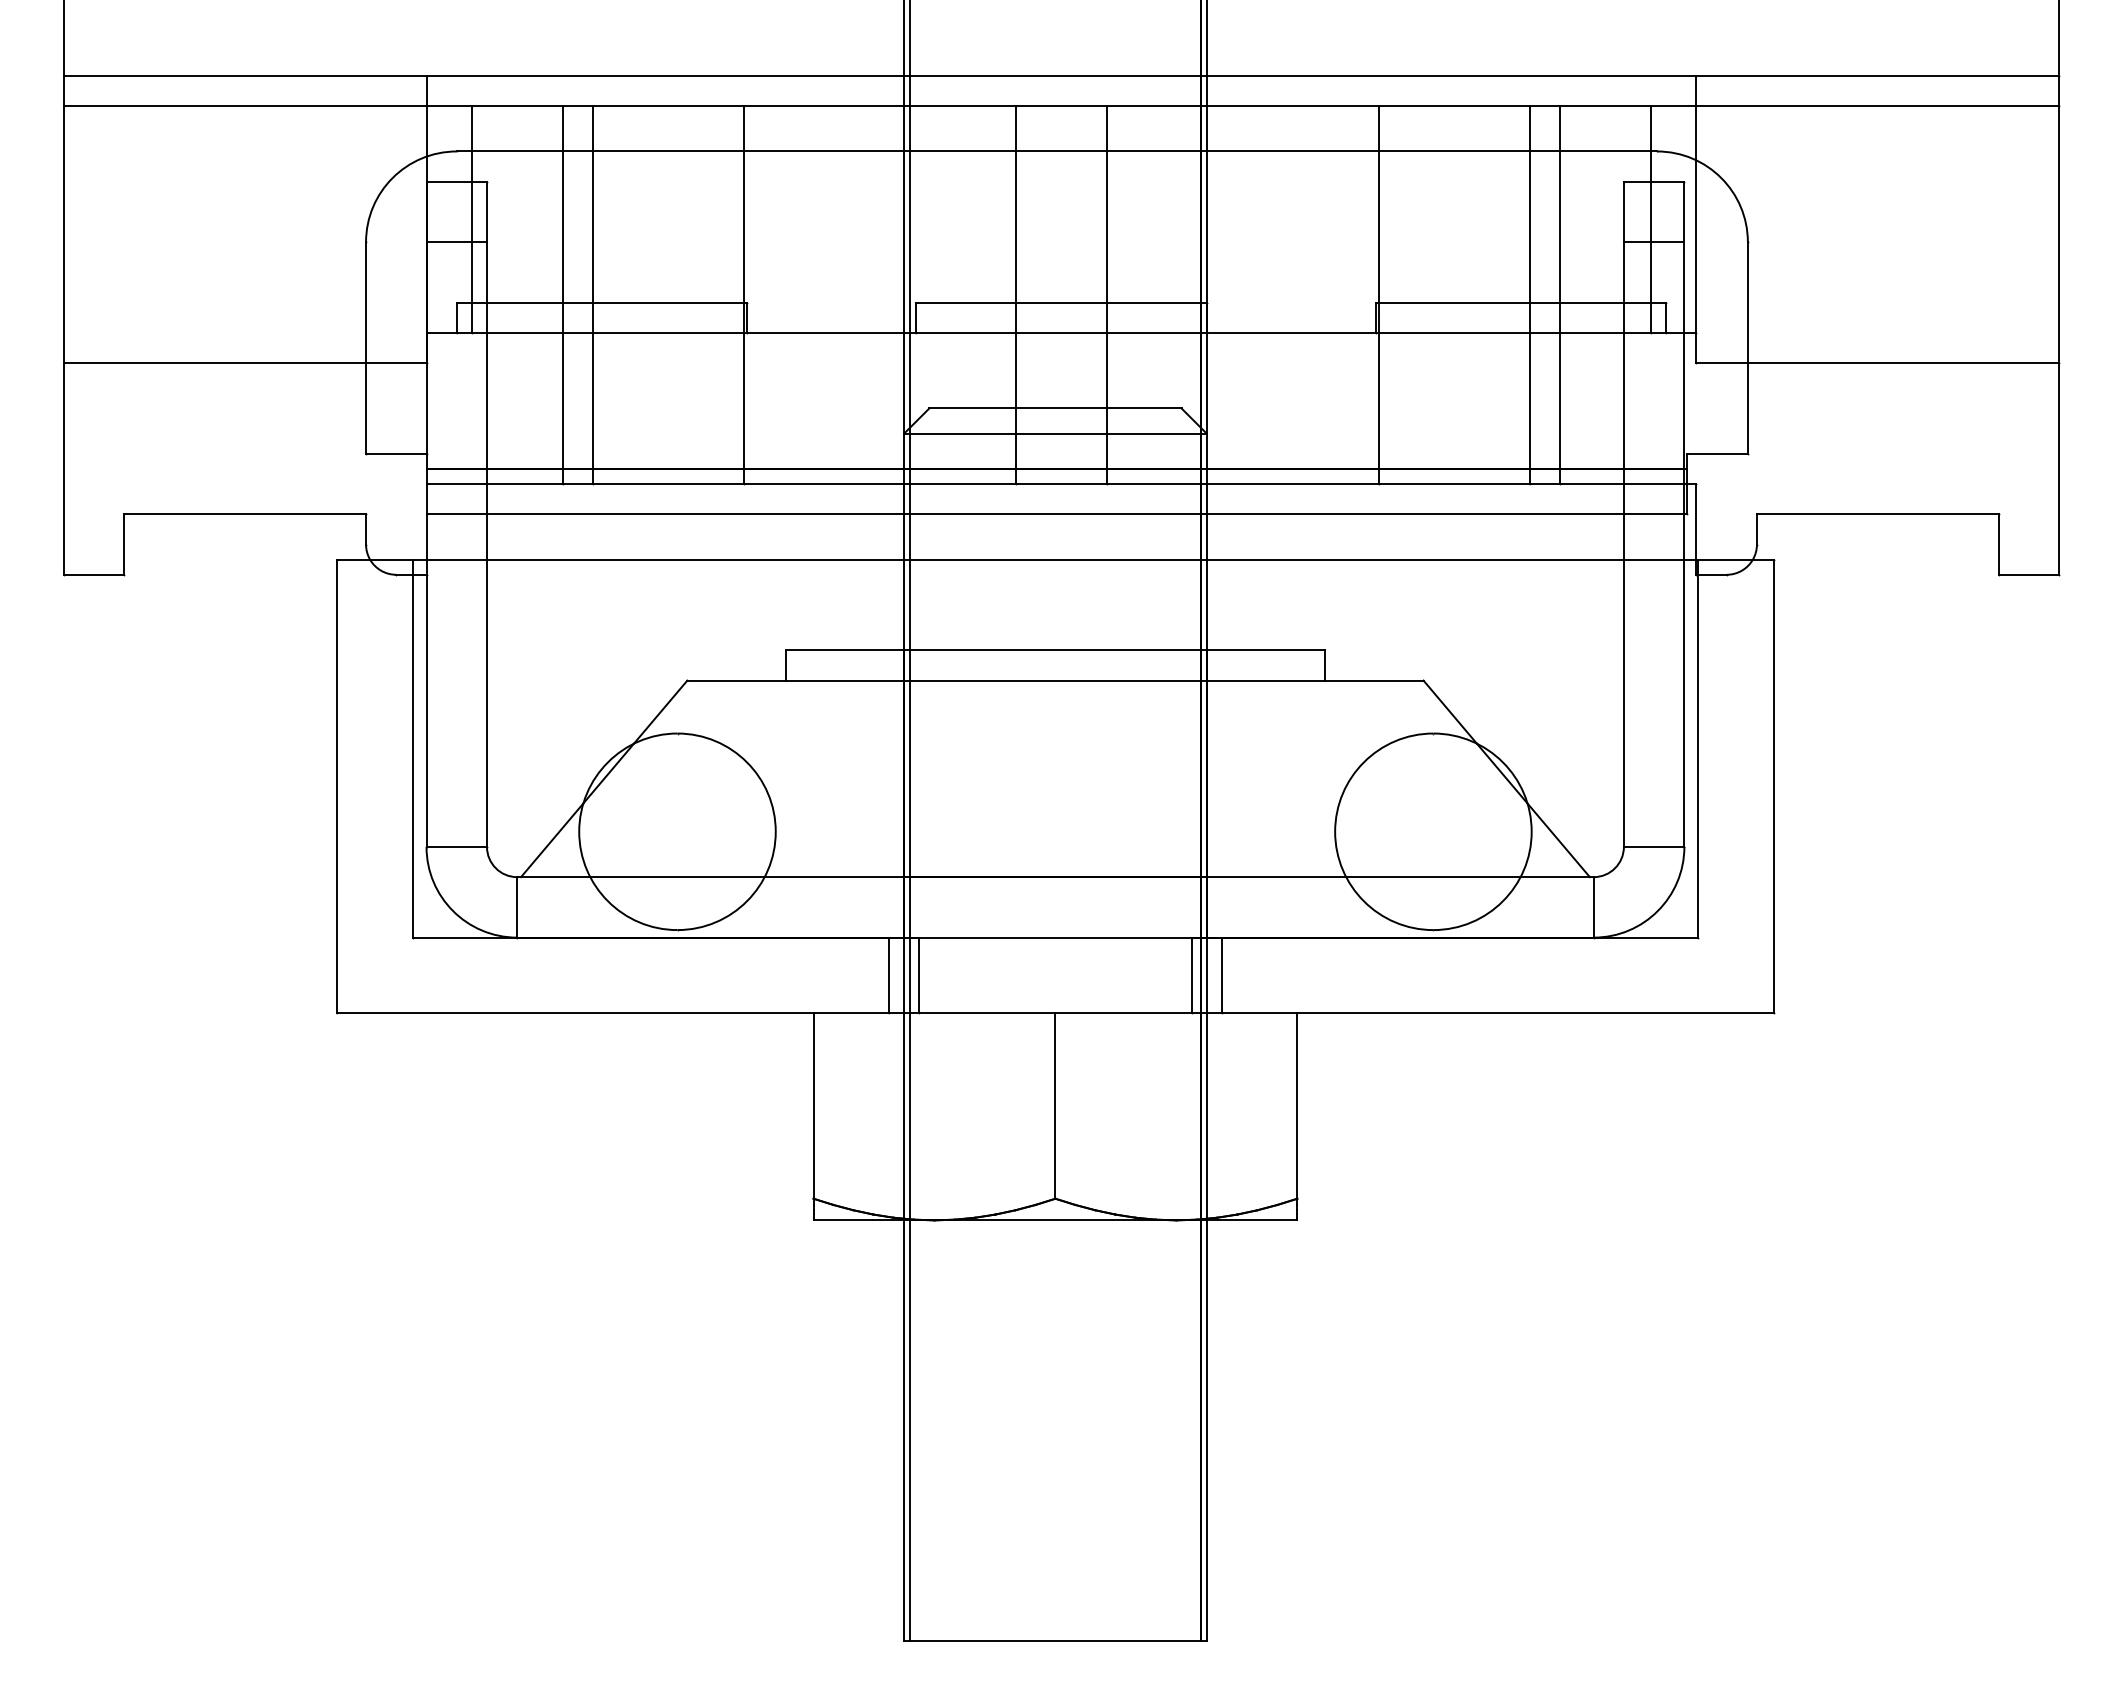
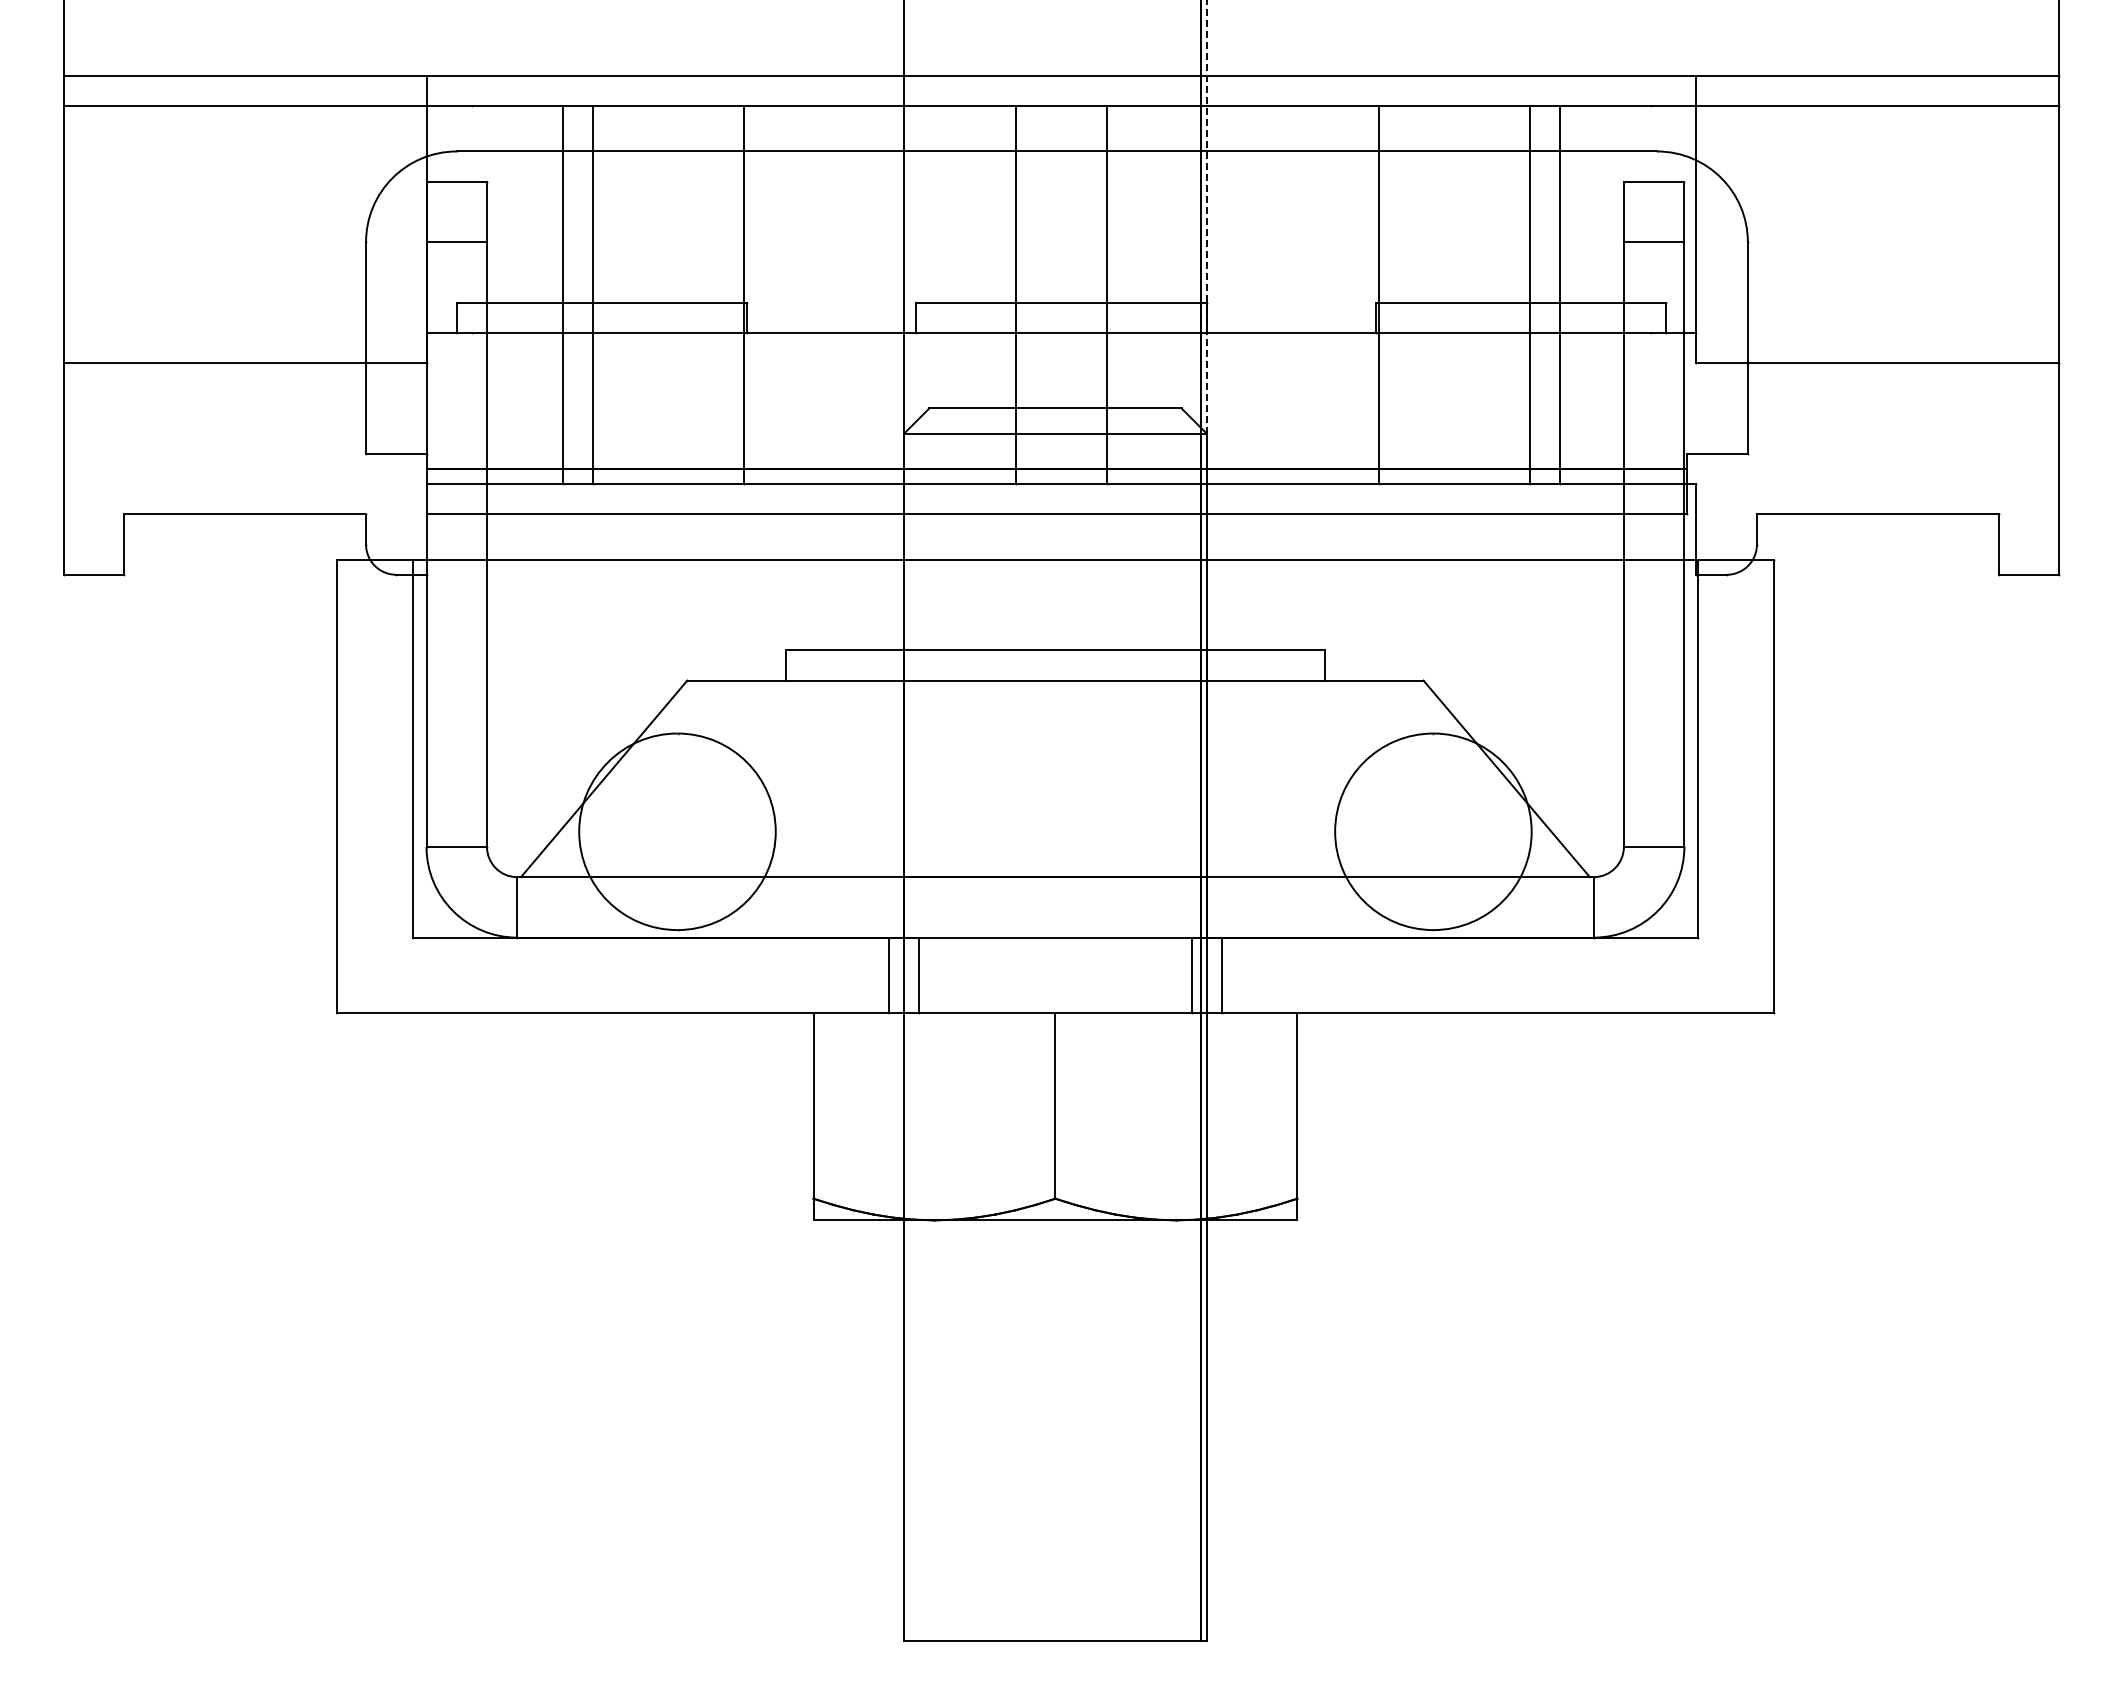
line at (1206, 216): solid -> dashed
line at (471, 219): present -> none
line at (1651, 219): present -> none
line at (910, 821): present -> none
